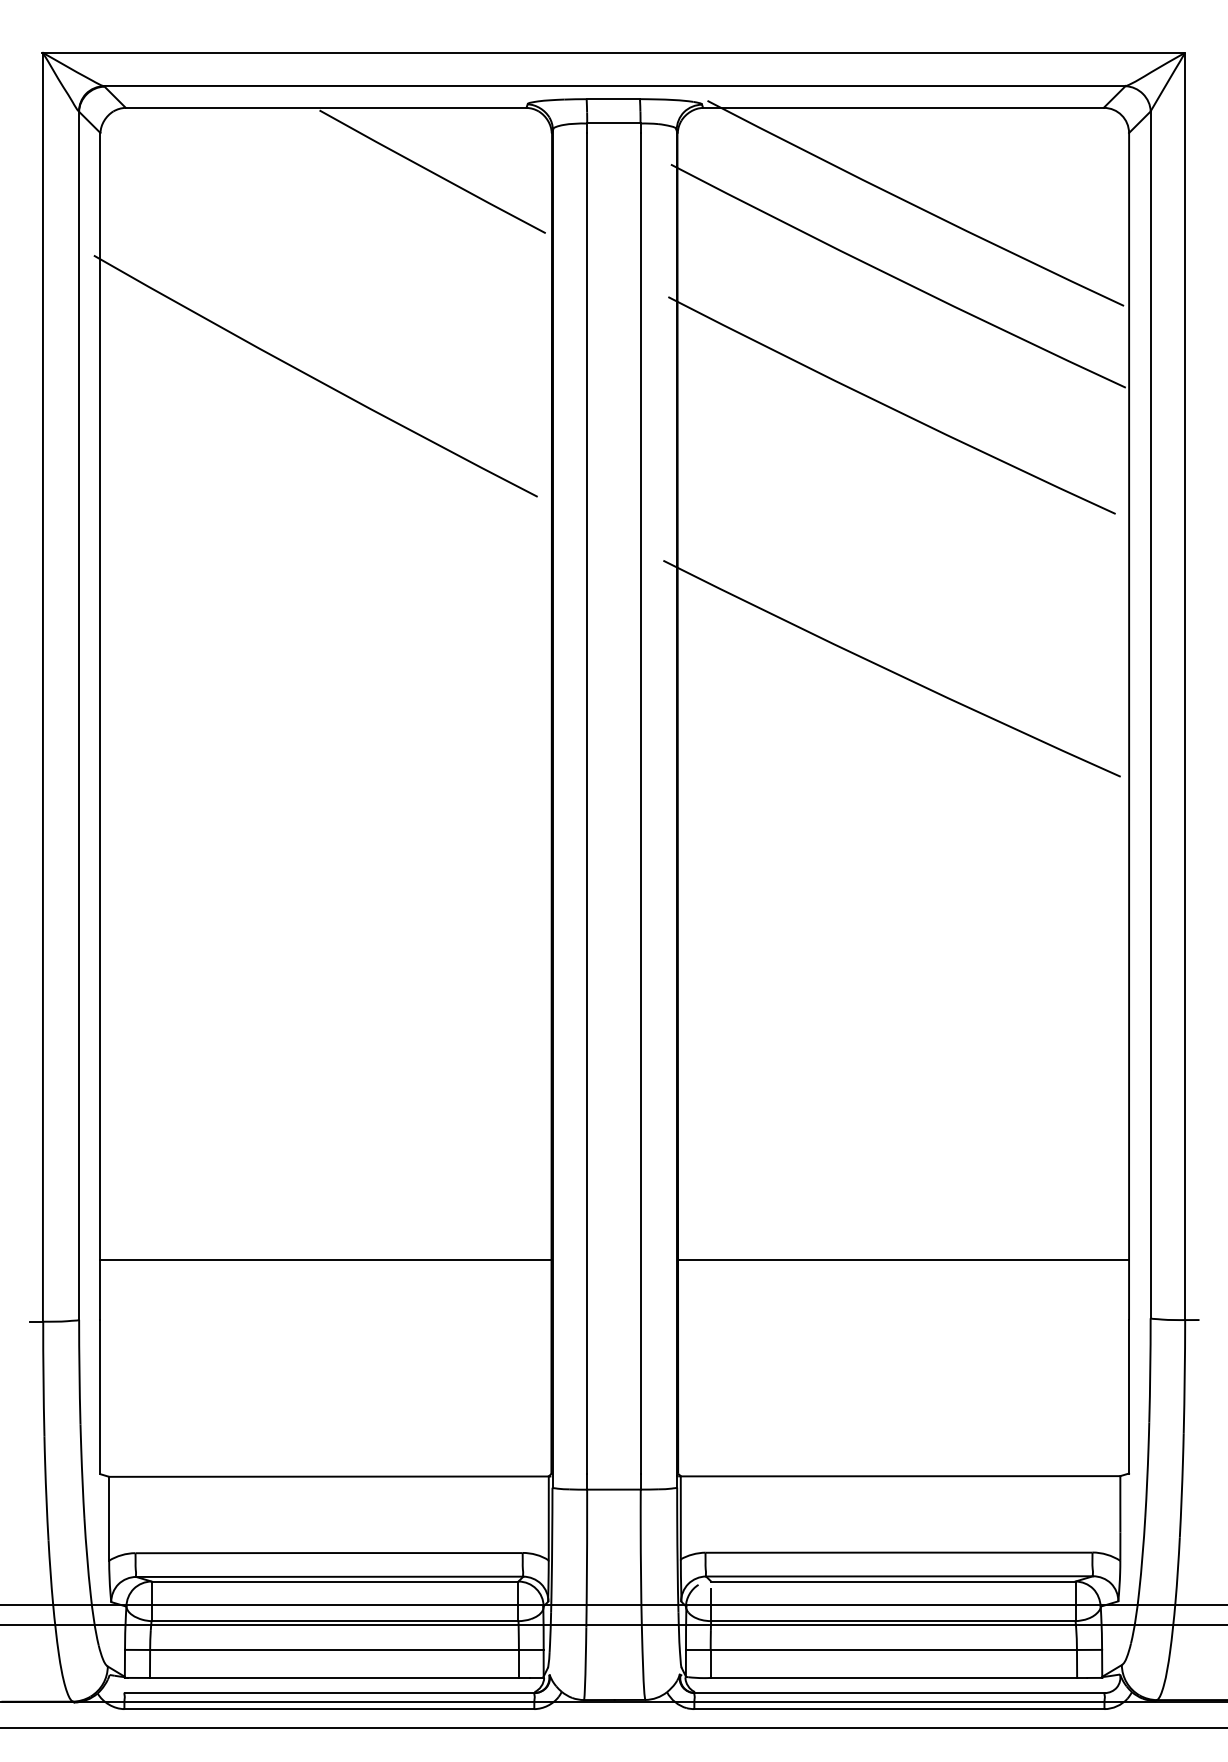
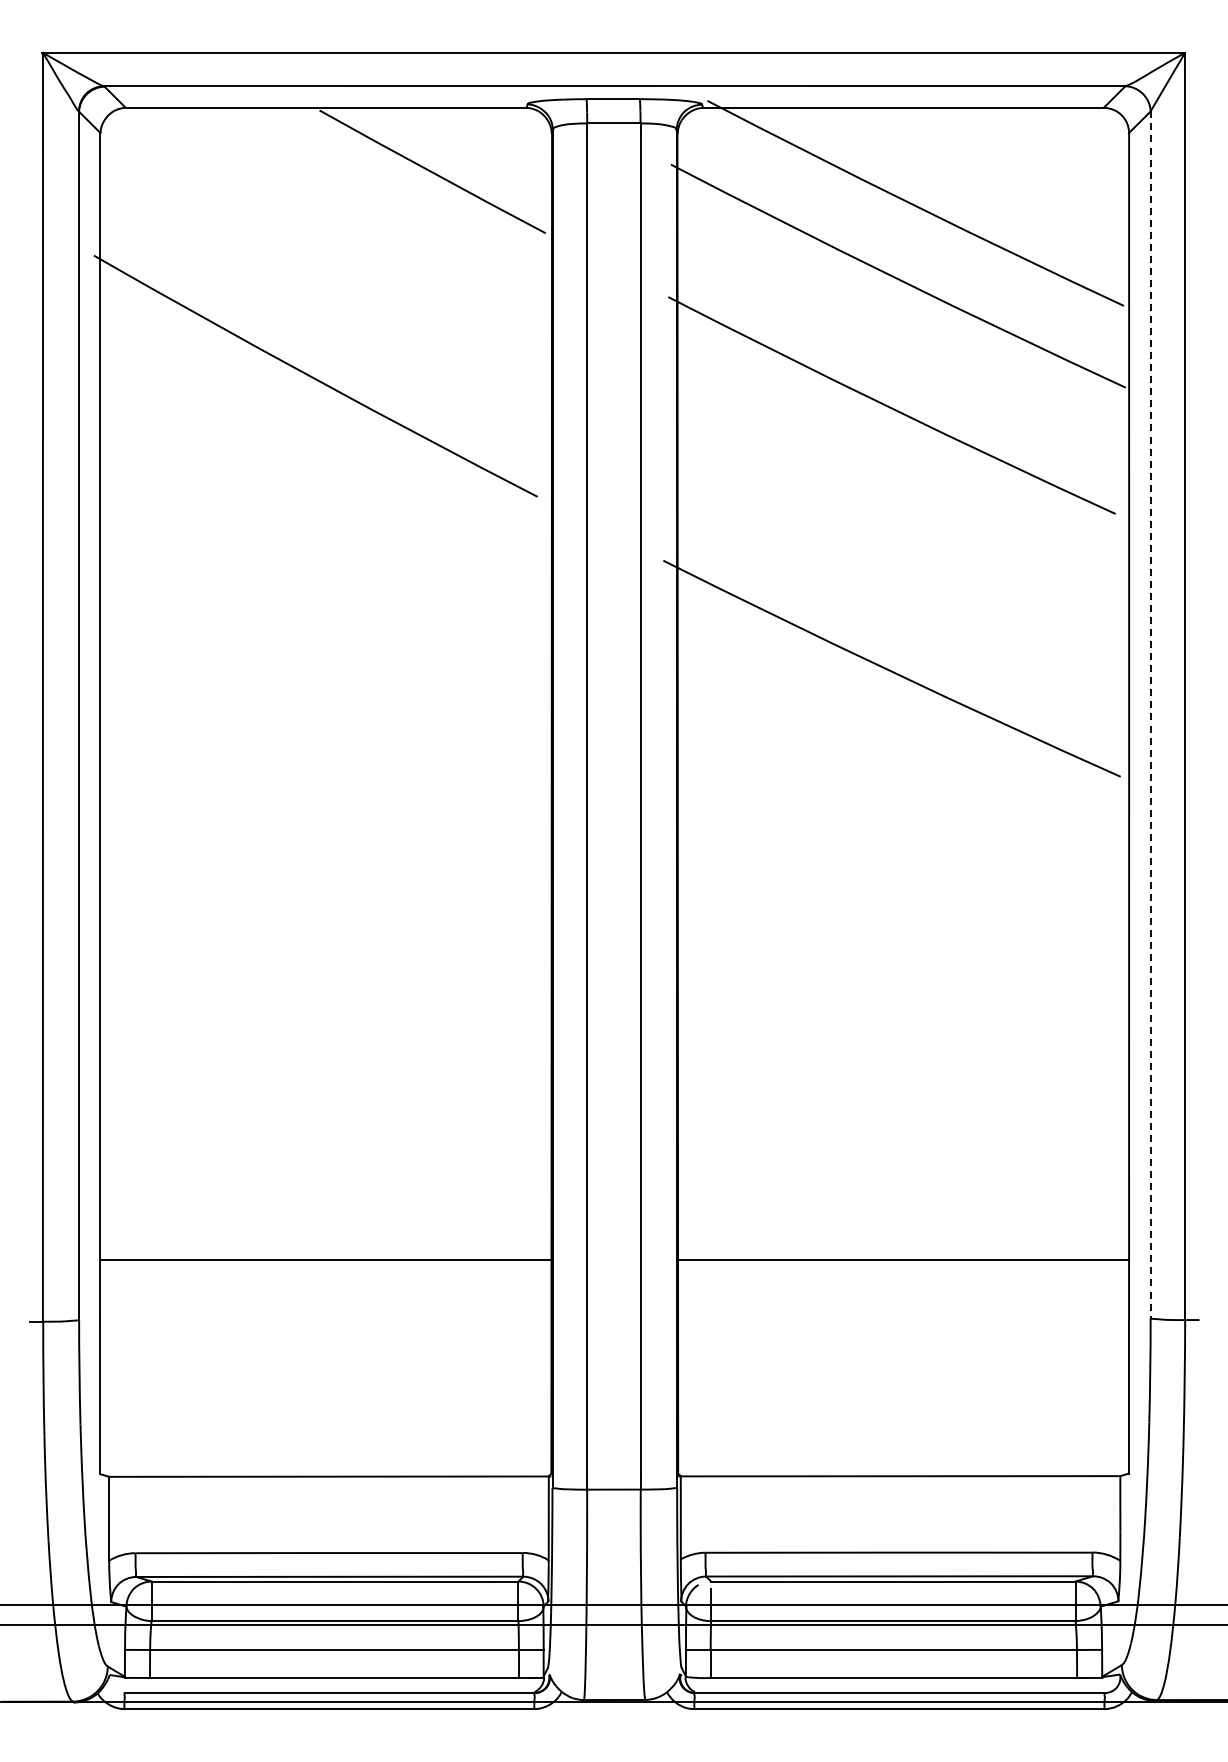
line at (1150, 715): solid -> dashed
line at (613, 1728): present -> none
